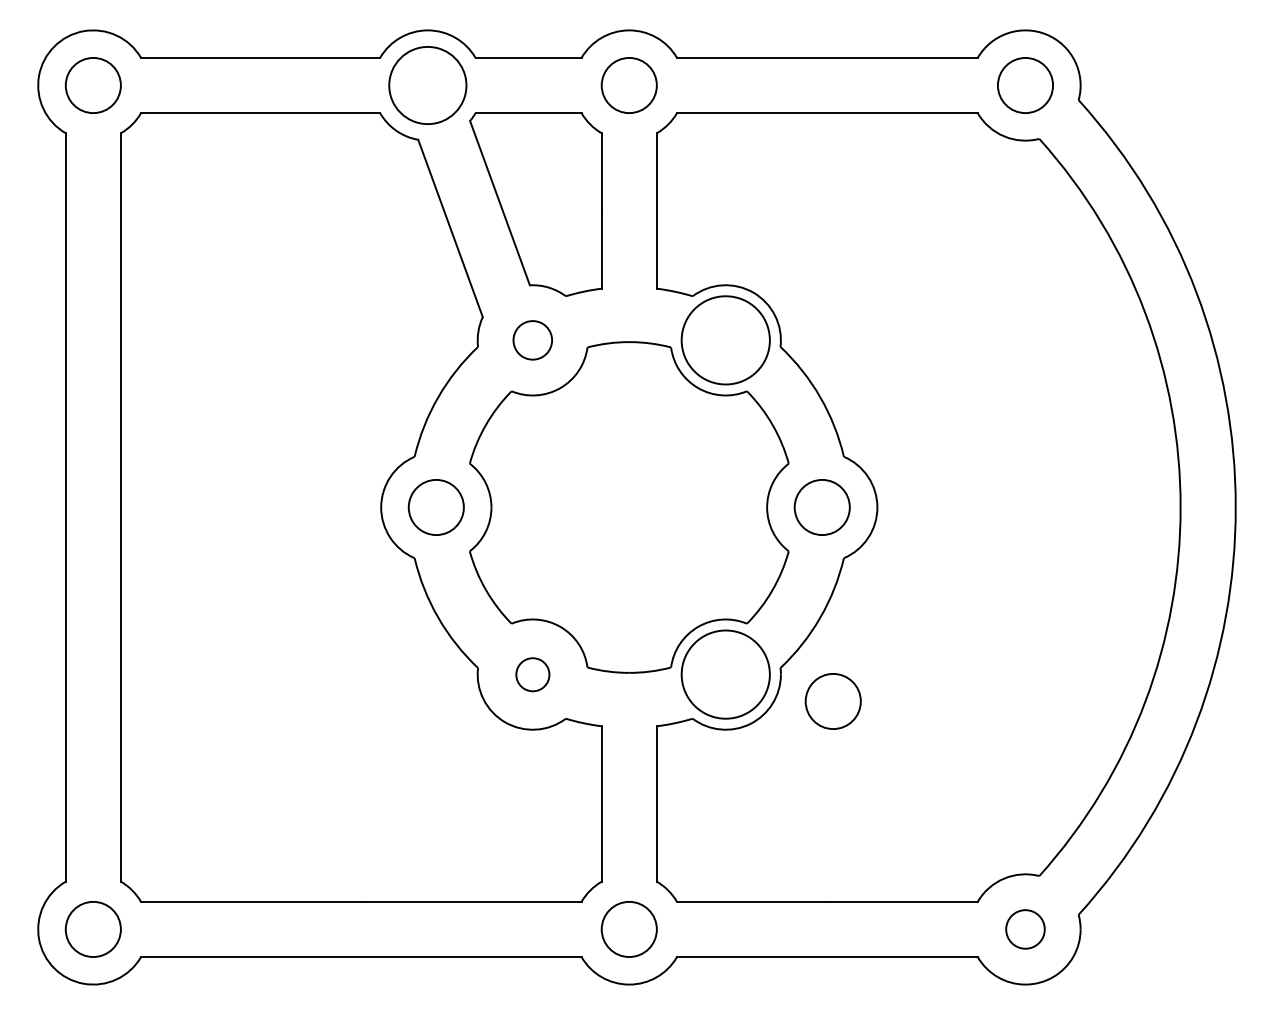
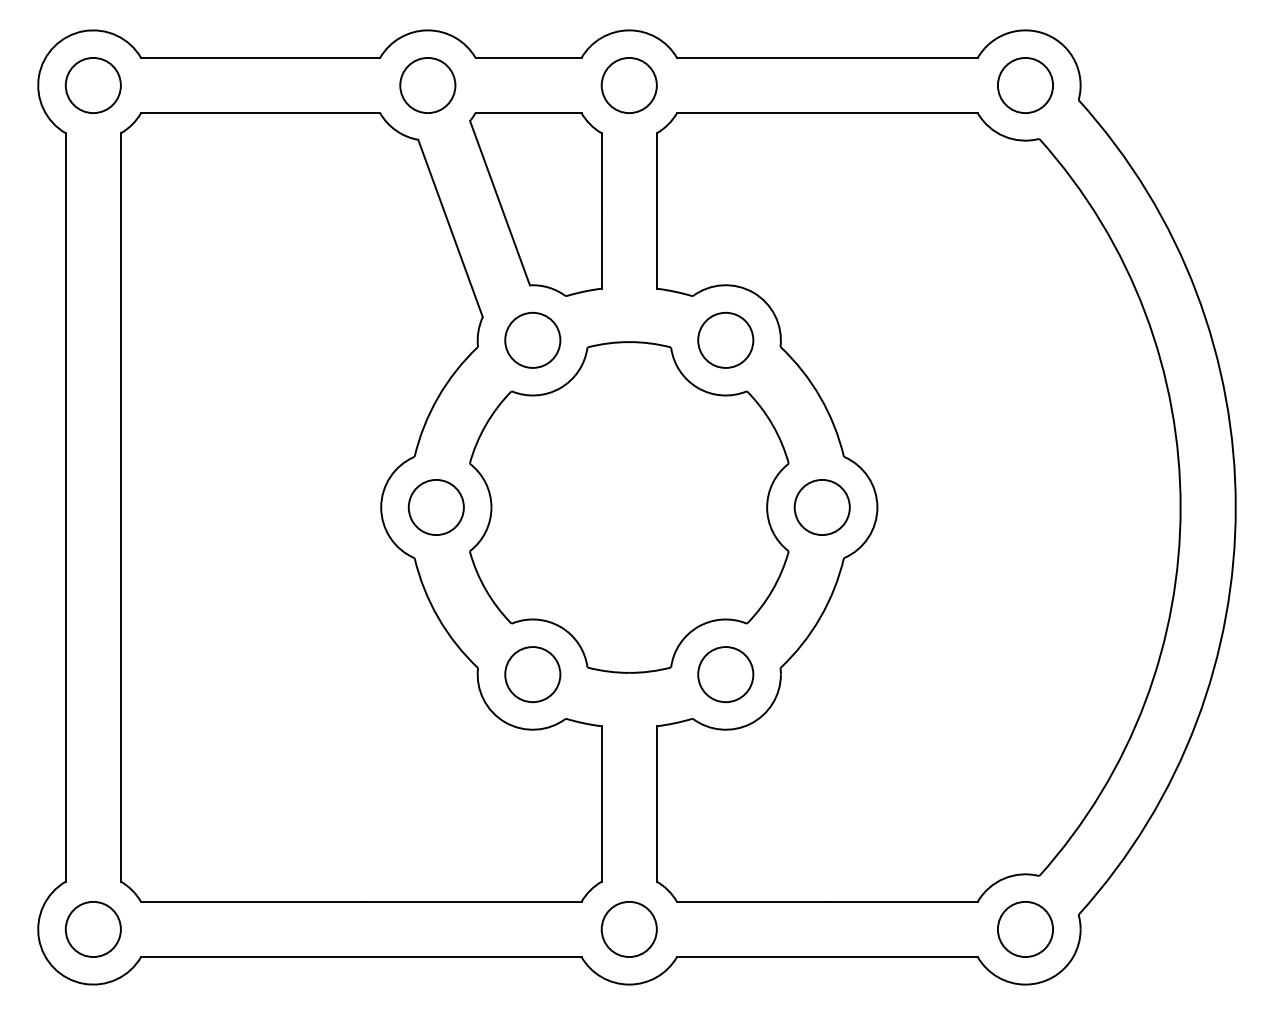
circle at (427, 85) diameter: 77 px -> 55 px
circle at (532, 340) diameter: 39 px -> 55 px
circle at (725, 340) diameter: 88 px -> 55 px
circle at (532, 674) size: 36x36 px -> 58x58 px
circle at (725, 674) diameter: 88 px -> 55 px
circle at (832, 701): present -> none
circle at (1025, 929) diameter: 39 px -> 55 px
